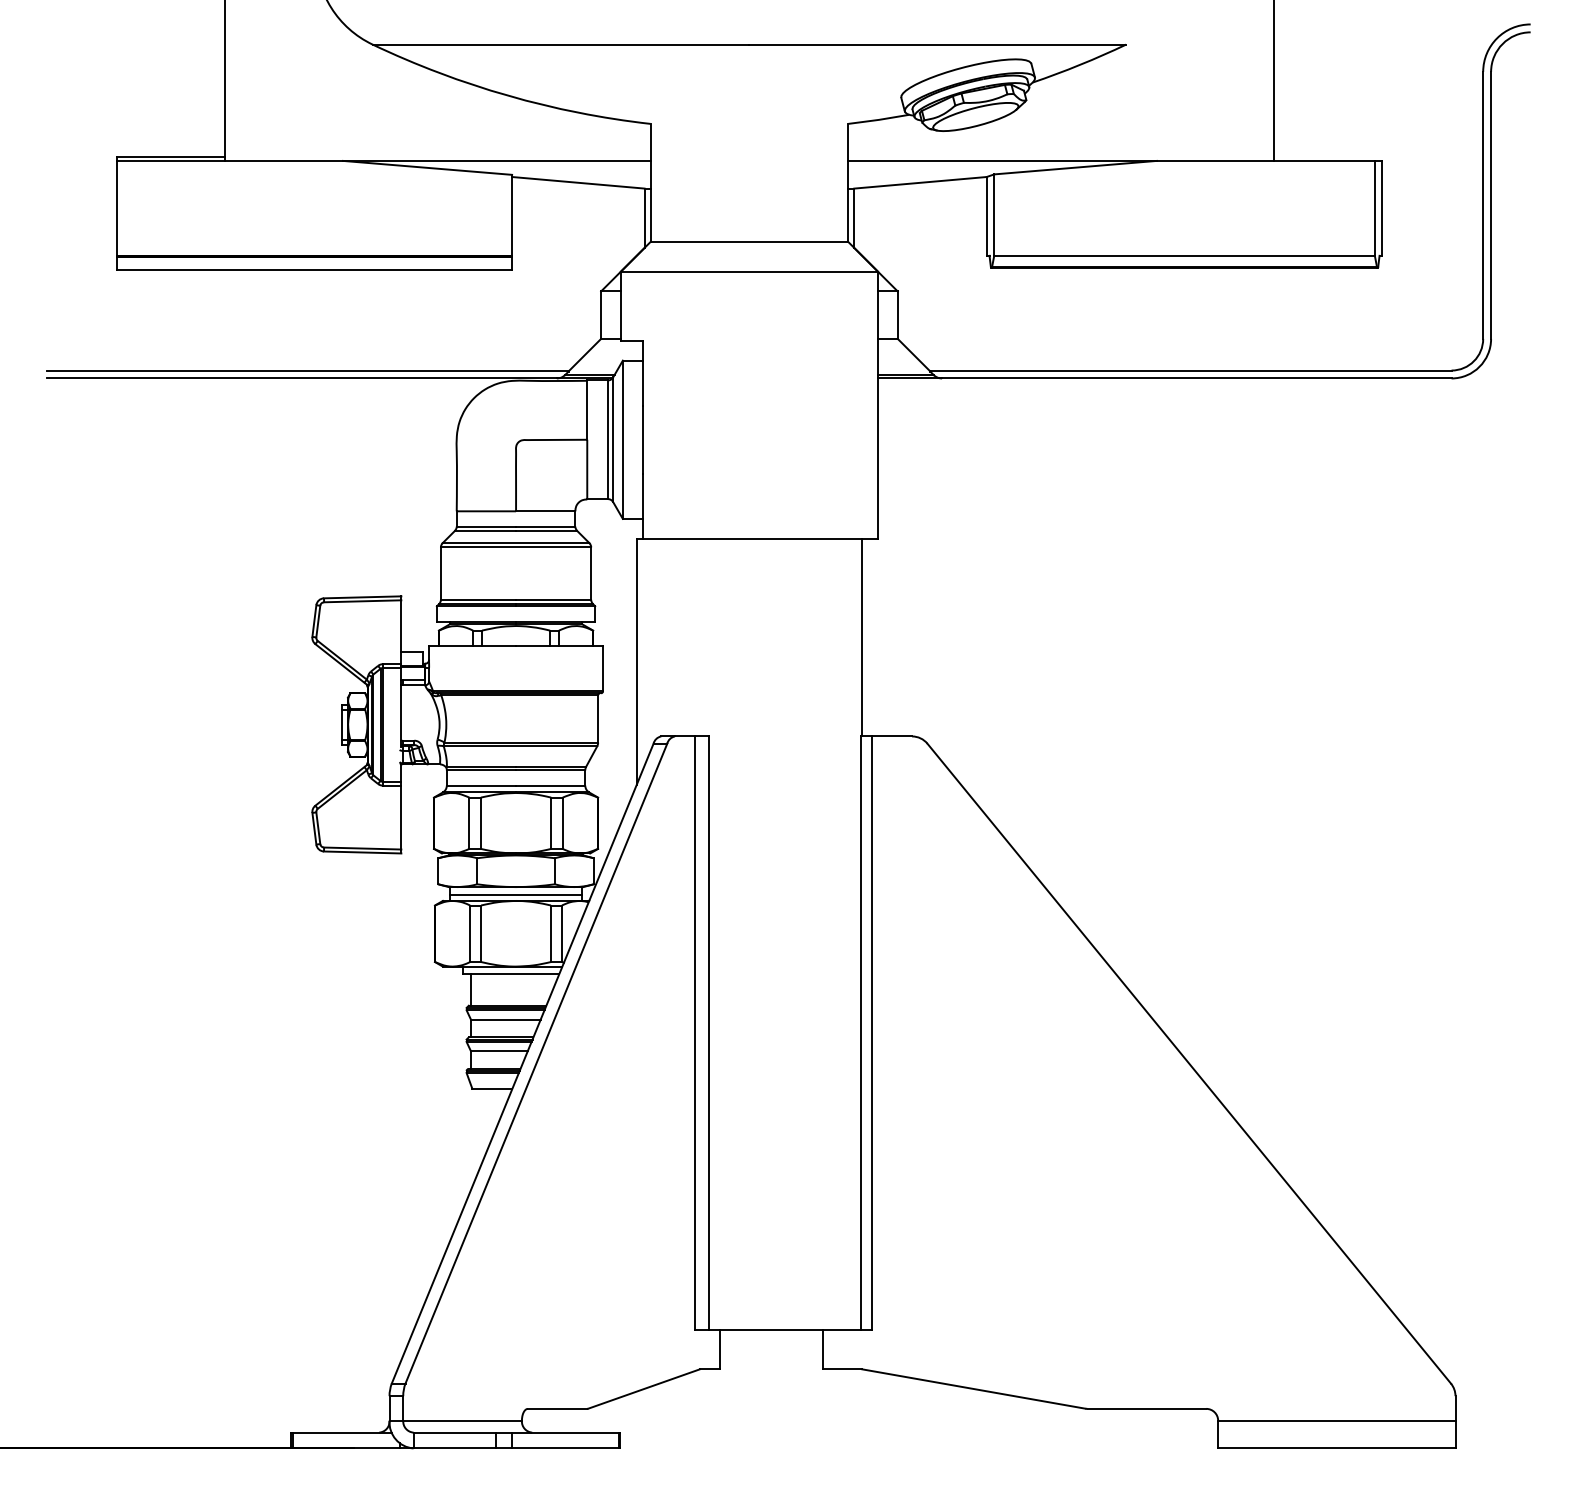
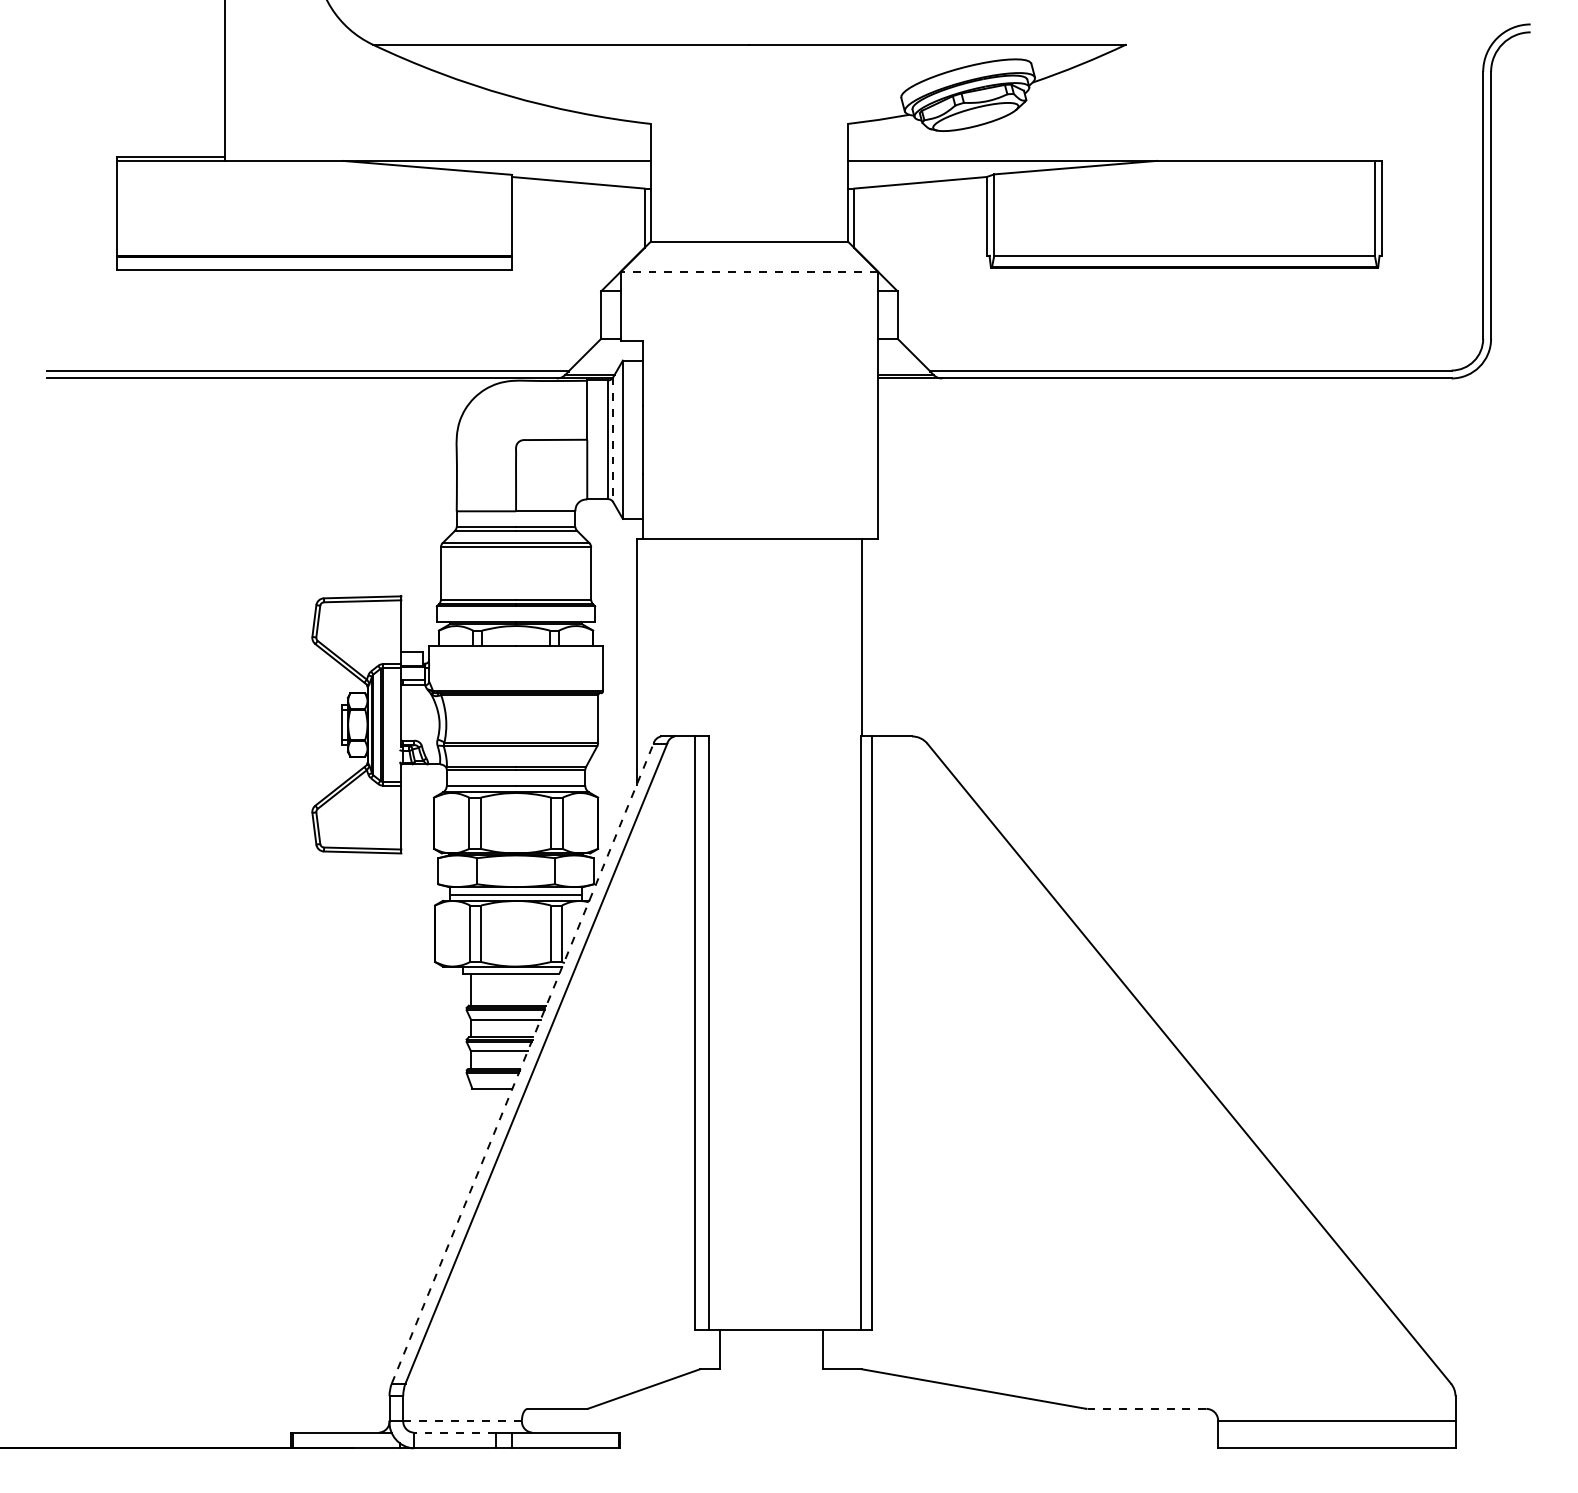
line at (1273, 81): present -> none
line at (749, 271): solid -> dashed
line at (613, 440): solid -> dashed
line at (522, 1063): solid -> dashed
line at (1147, 1408): solid -> dashed
line at (462, 1420): solid -> dashed
line at (454, 1432): solid -> dashed
